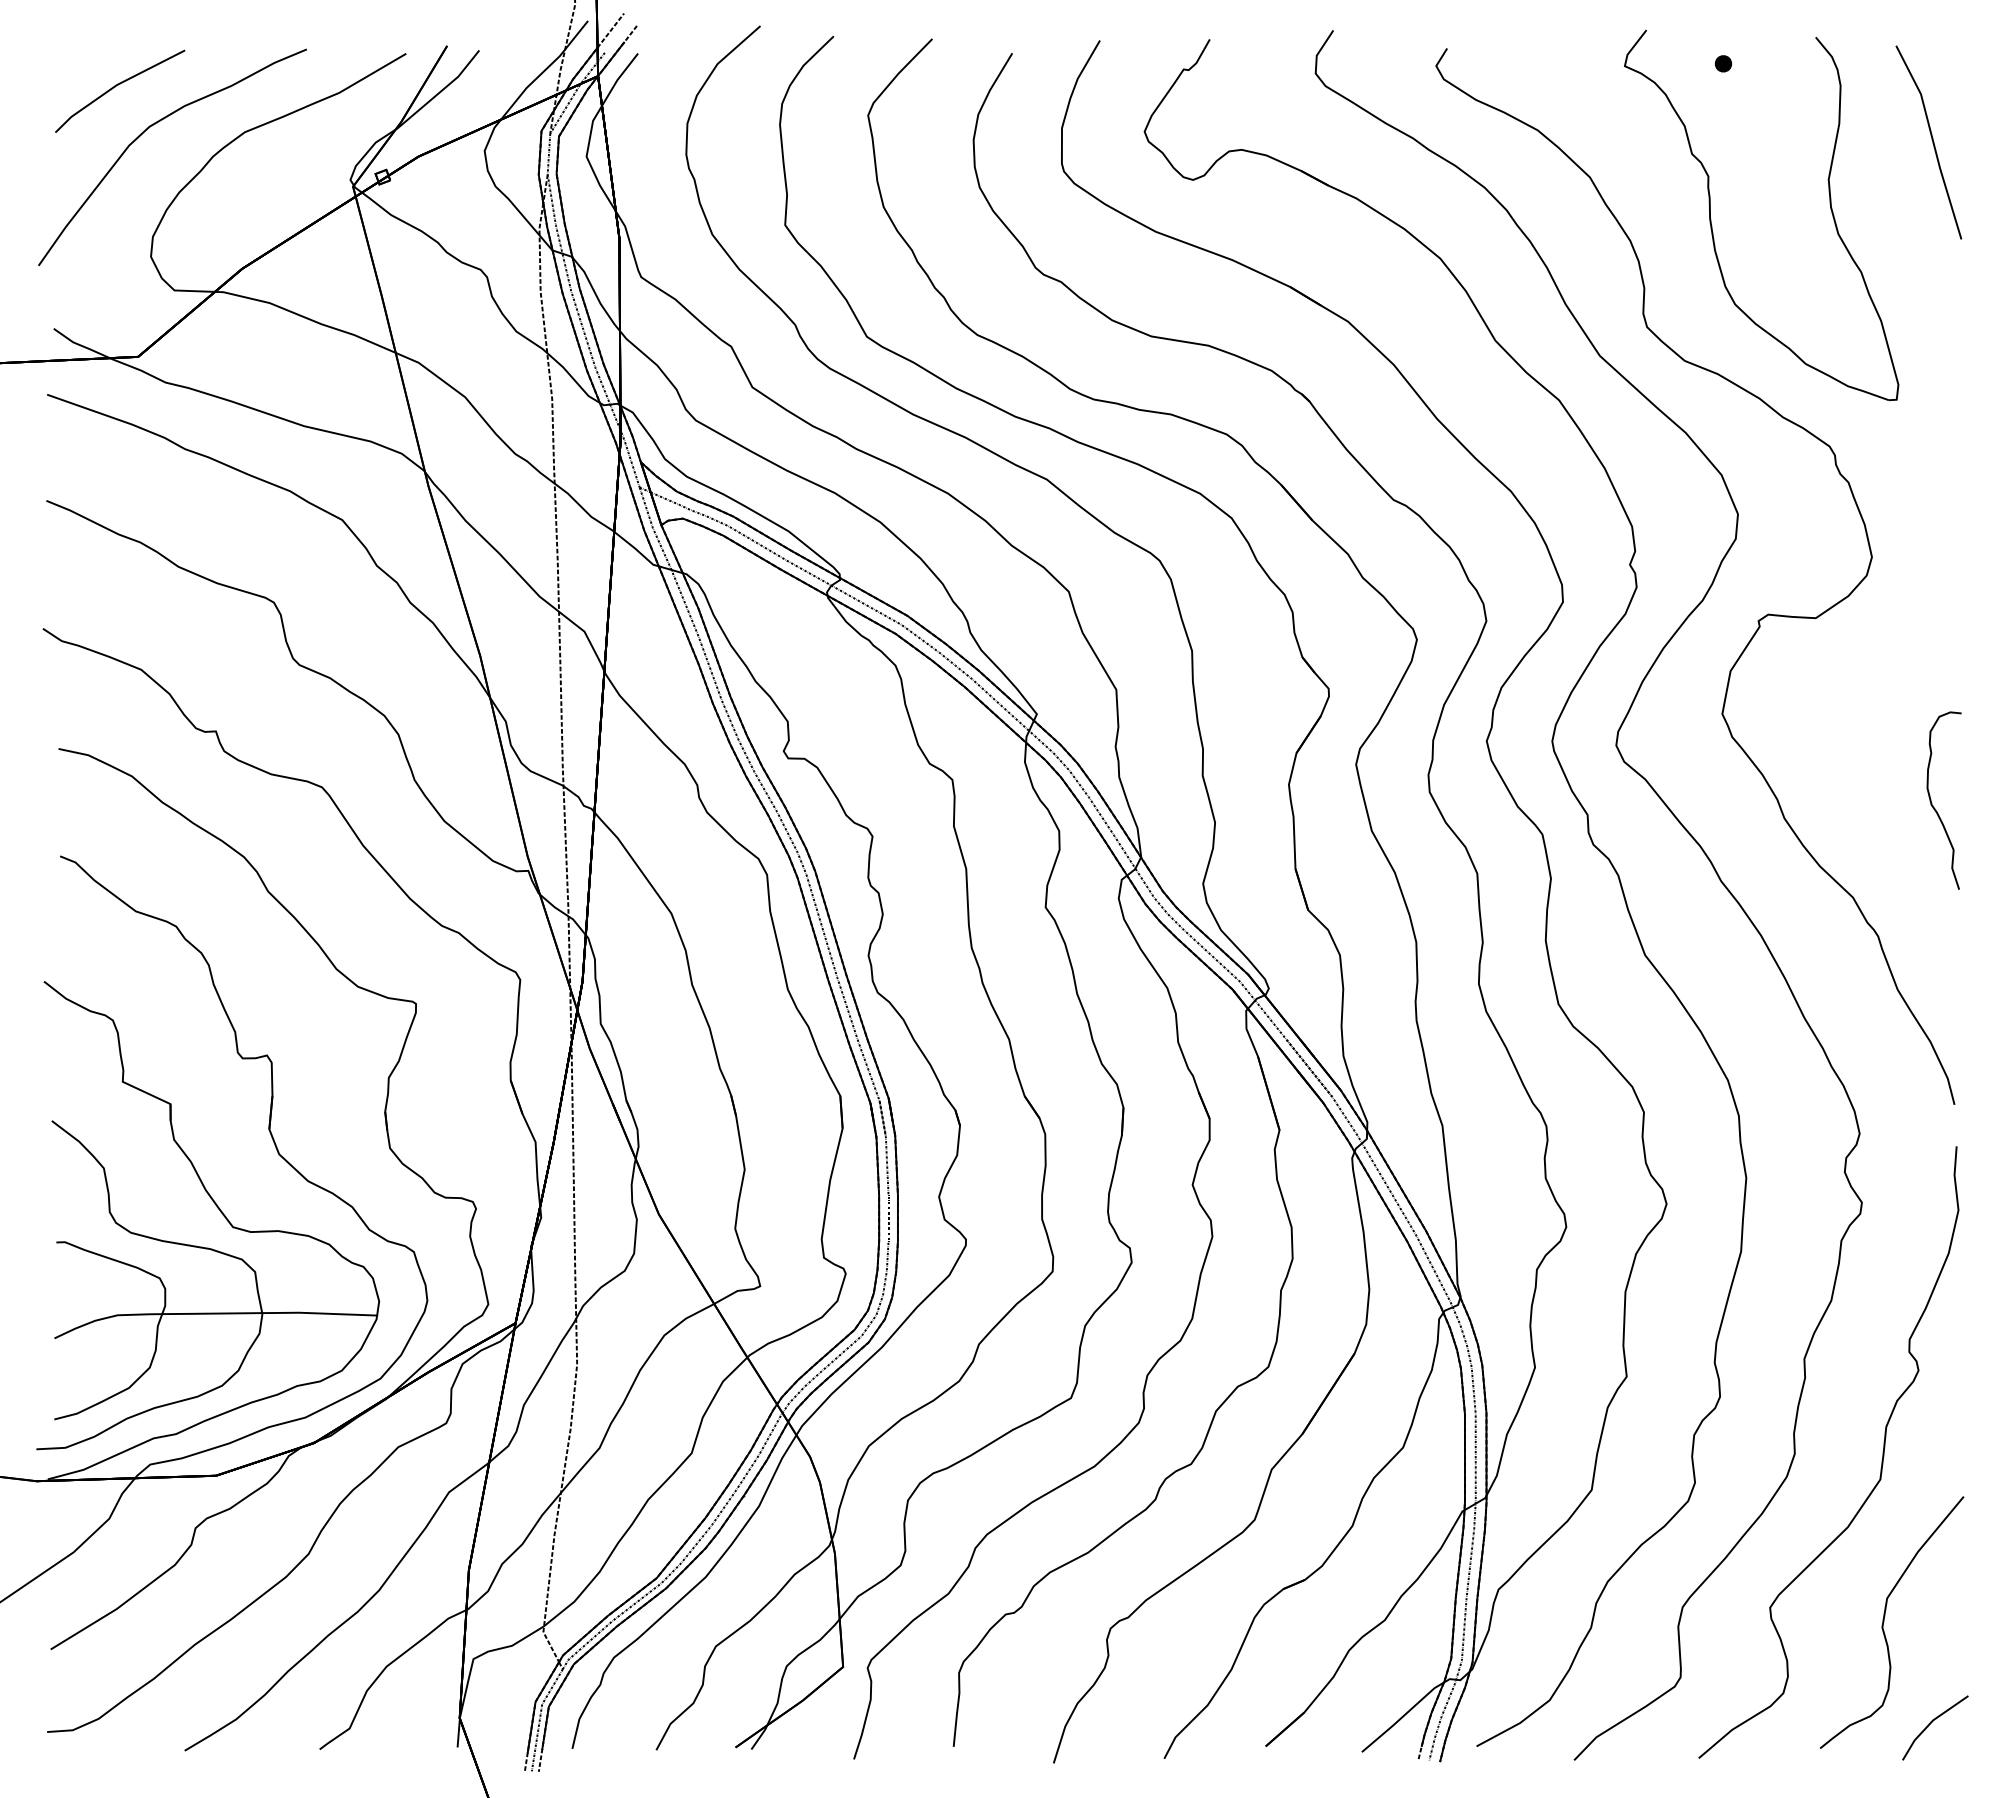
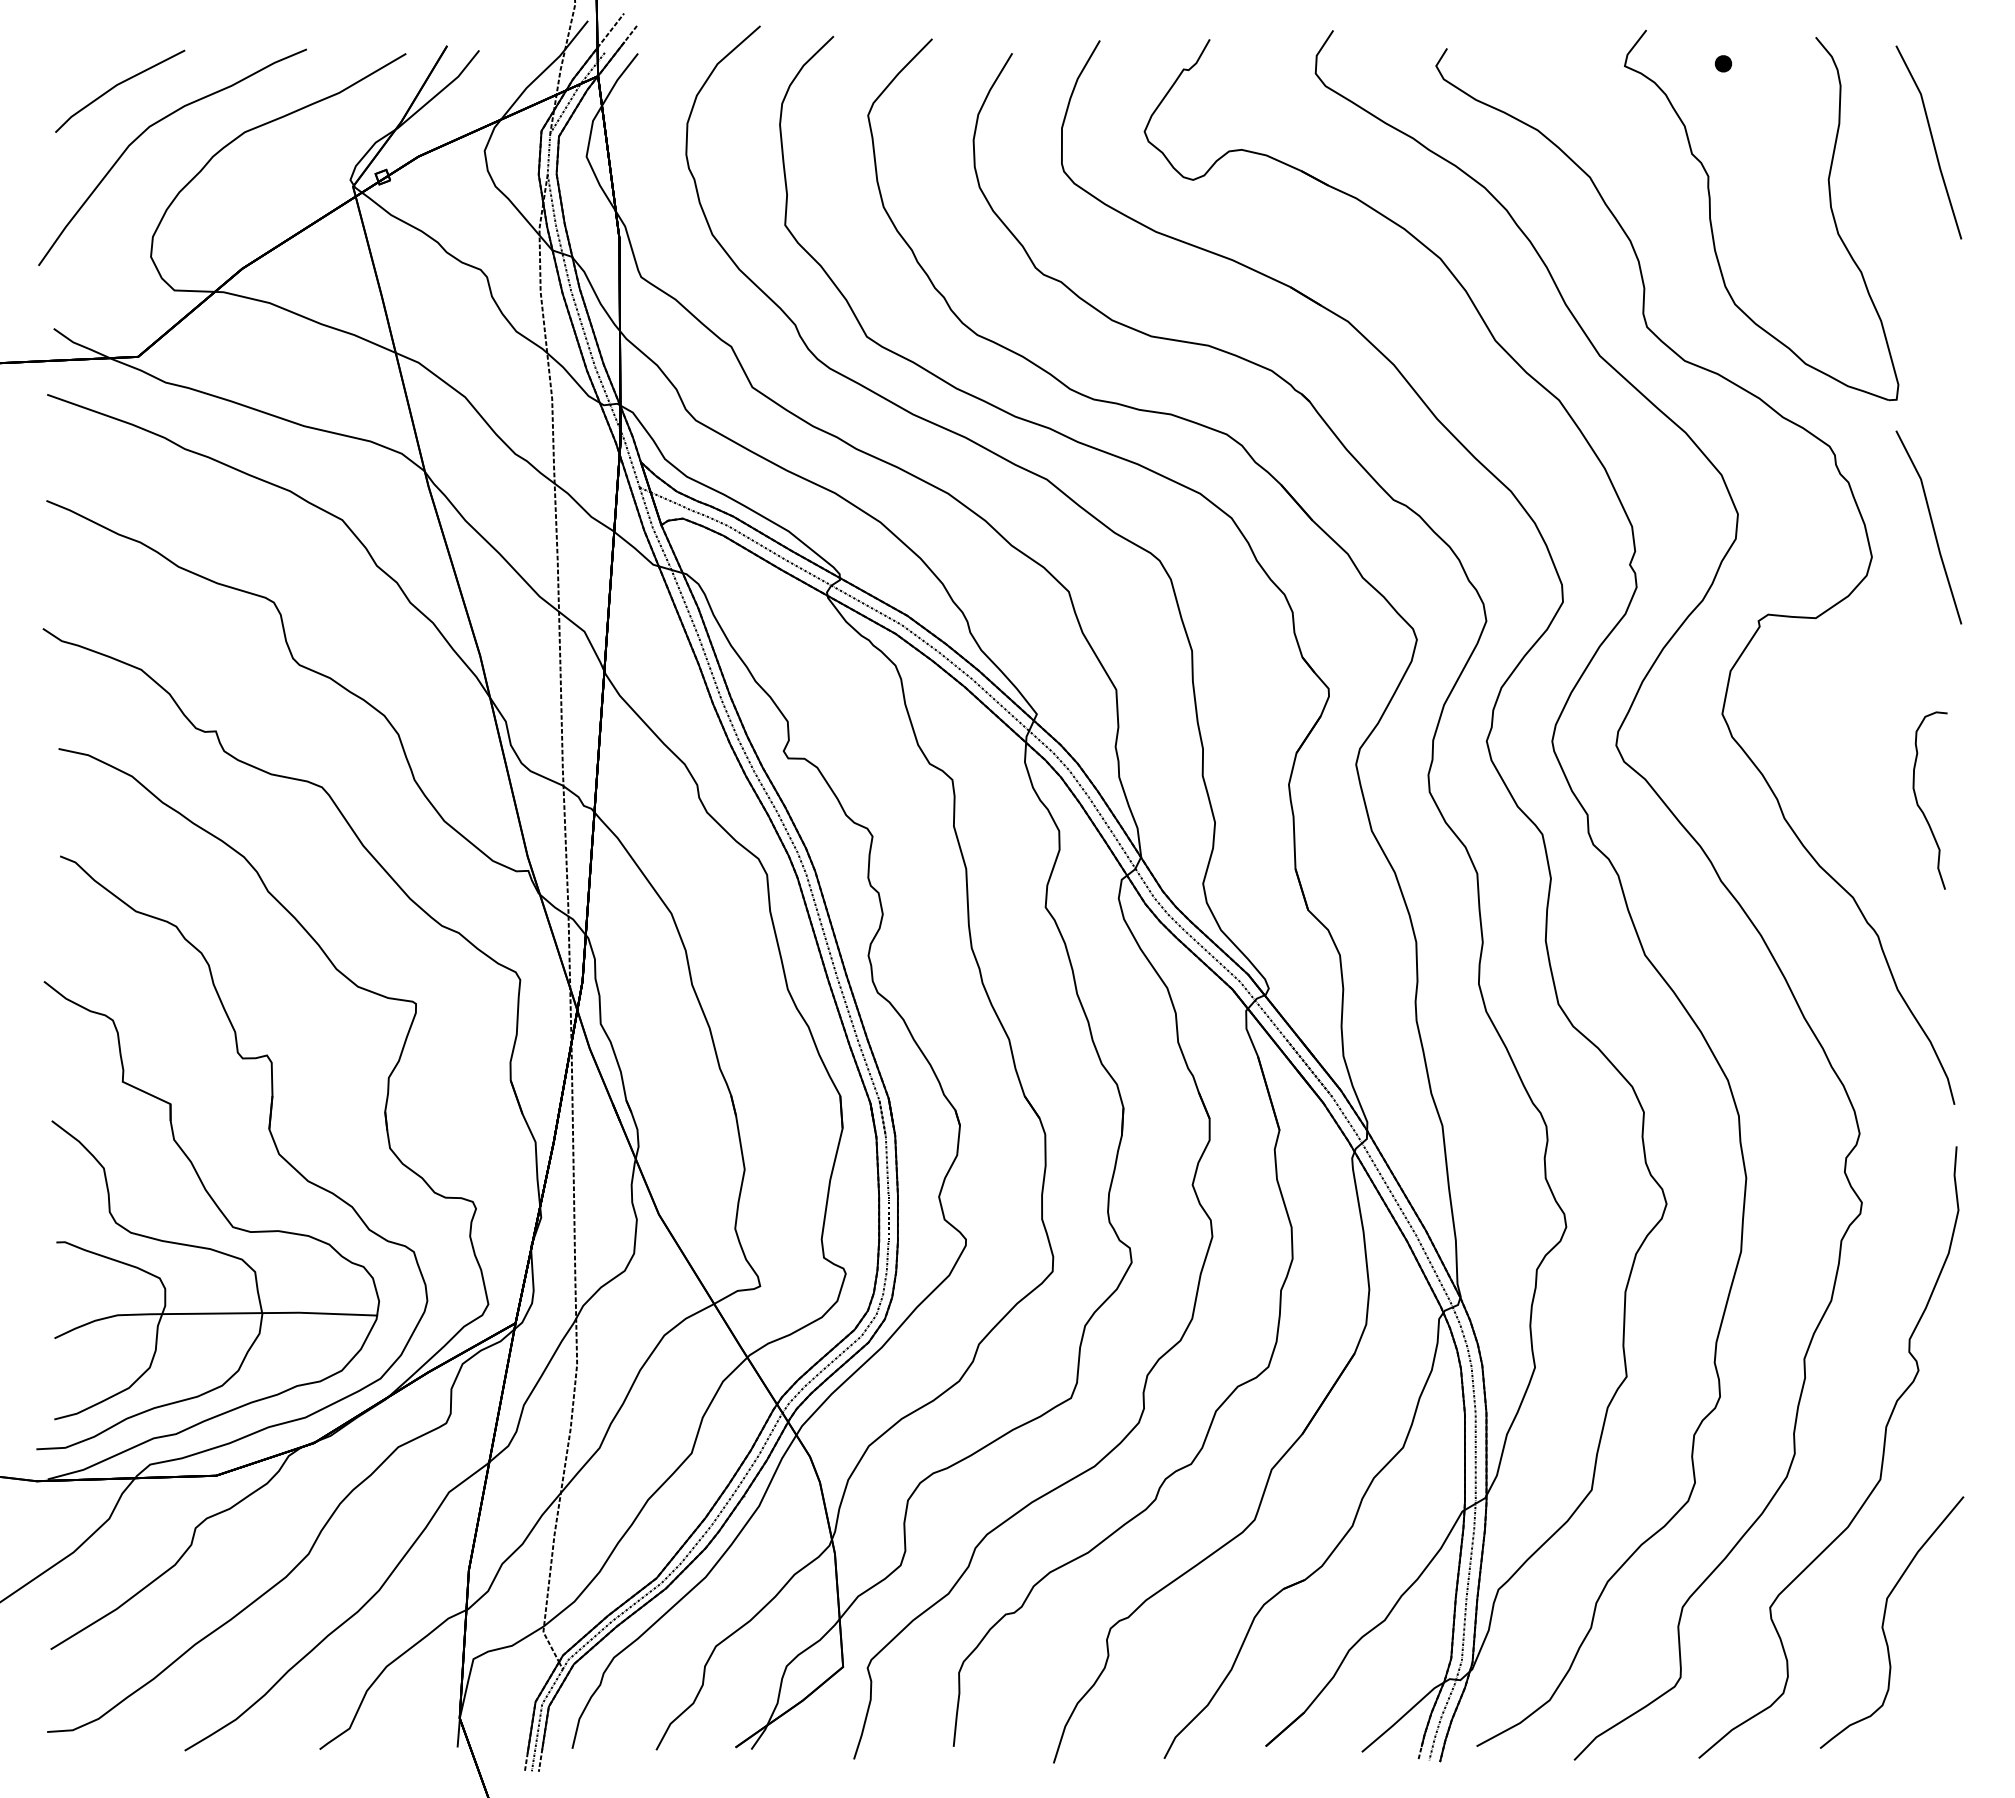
line at (1932, 527): none -> present
curve at (1933, 805) position: (1933, 805) -> (1919, 805)
line at (1931, 1723): present -> none
